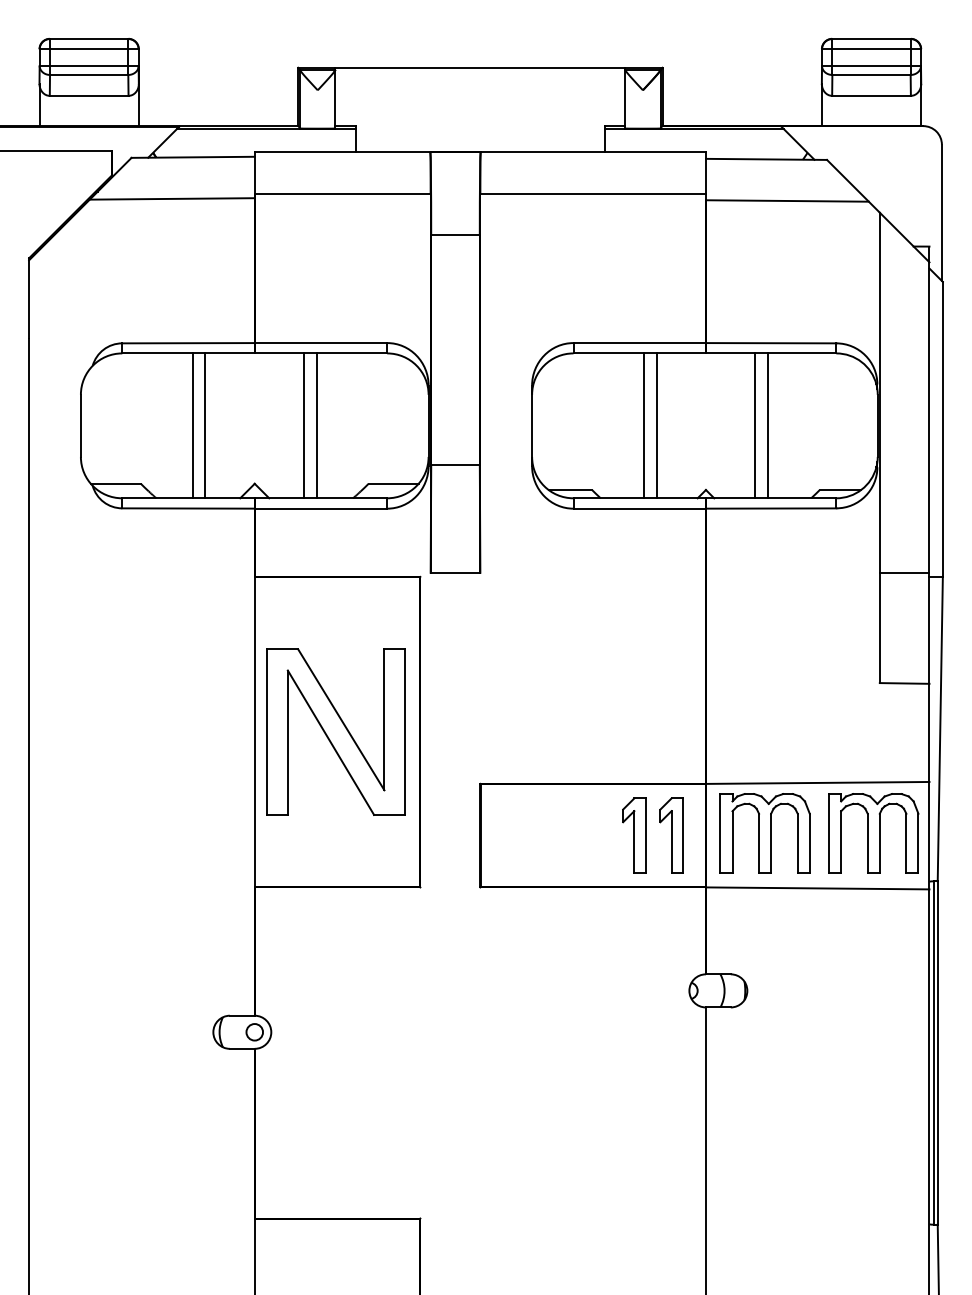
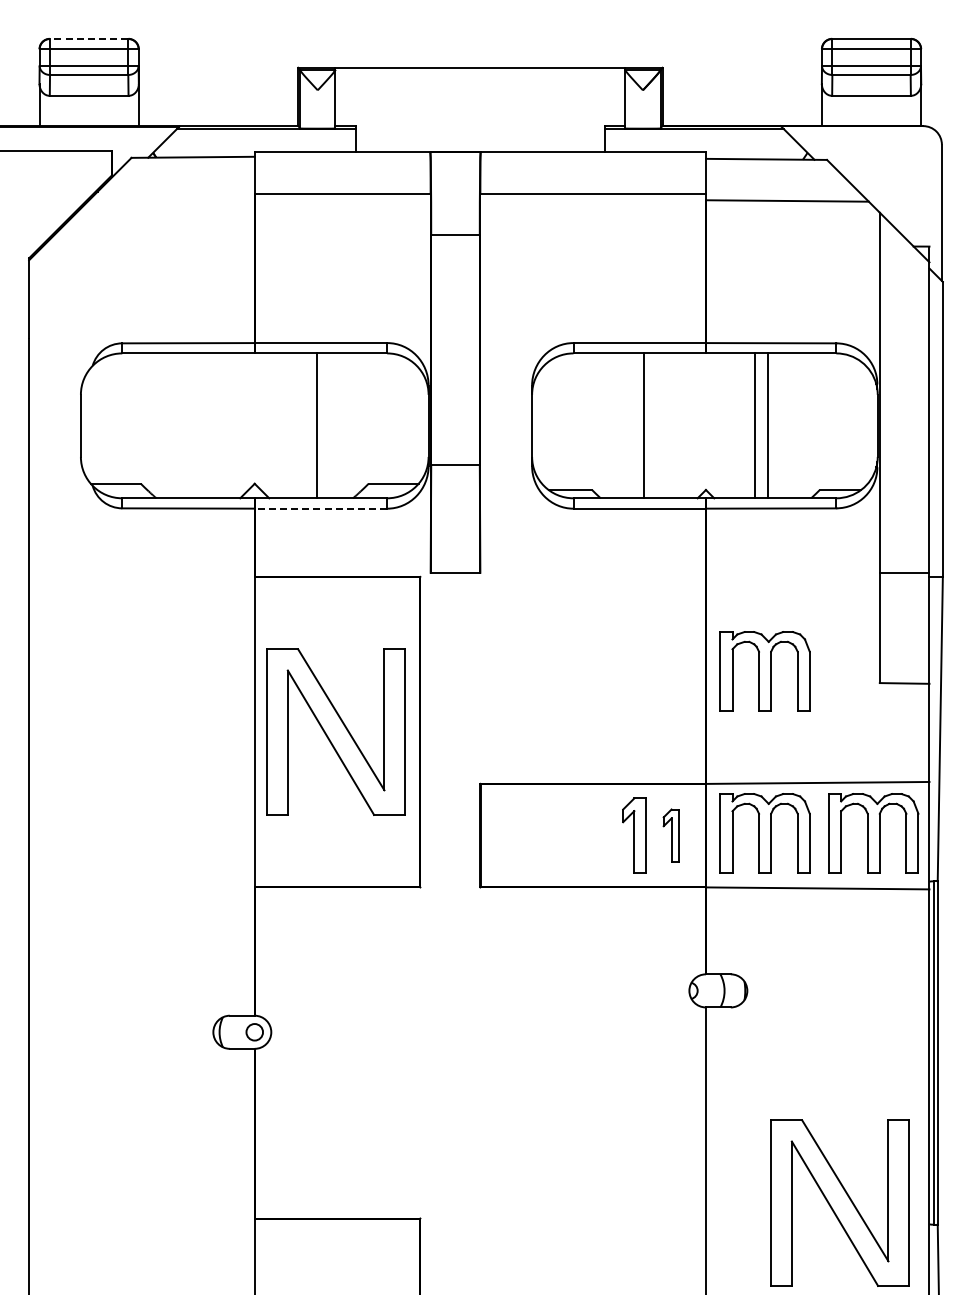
line at (88, 39): solid -> dashed
line at (171, 198): present -> none
line at (192, 425): present -> none
line at (205, 425): present -> none
line at (304, 425): present -> none
line at (656, 425): present -> none
line at (320, 508): solid -> dashed
part at (764, 671): none -> present
part at (671, 835) size: 25x77 px -> 18x55 px
part at (839, 1202): none -> present
